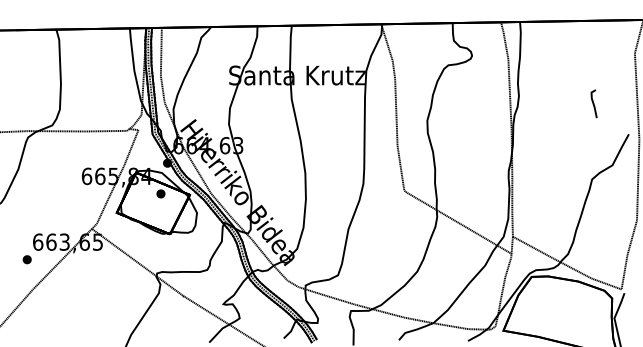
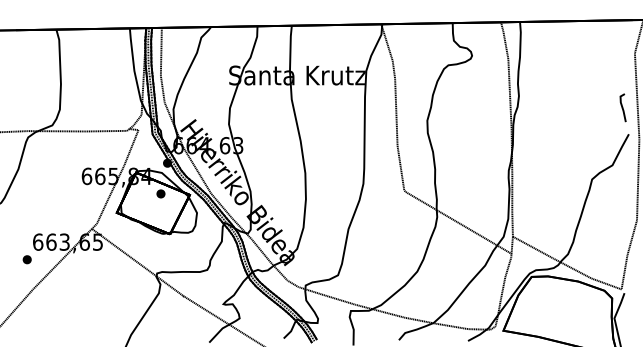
line at (593, 103) position: (593, 103) -> (622, 107)
